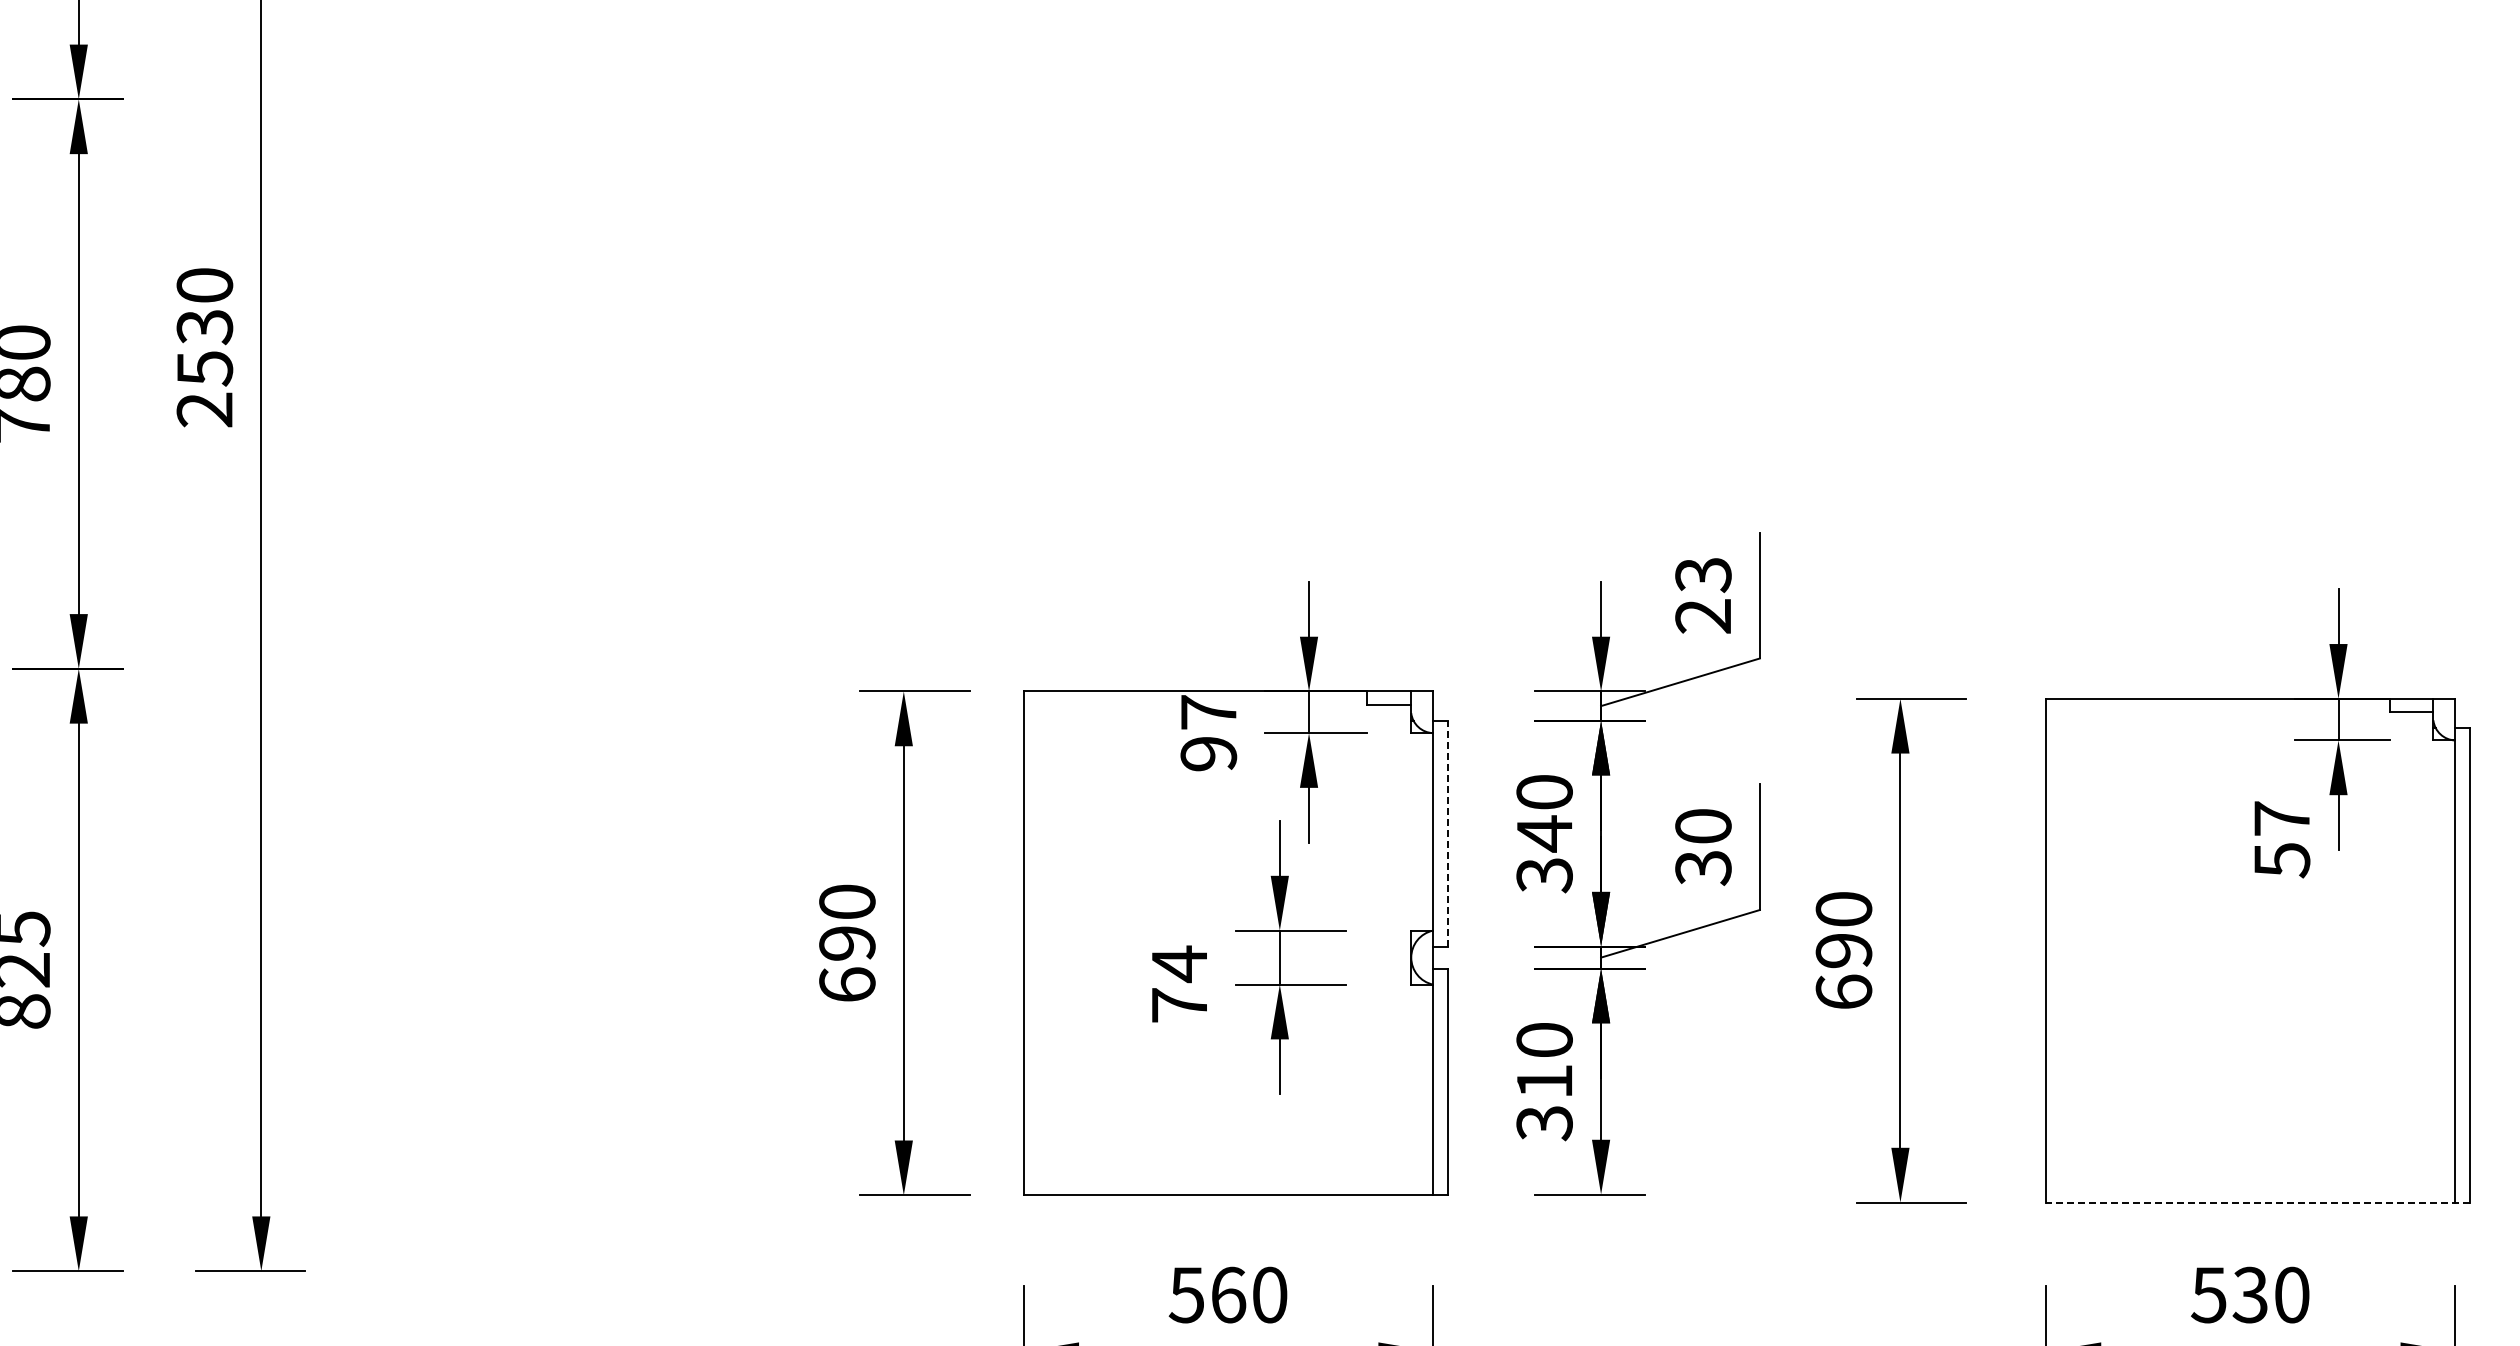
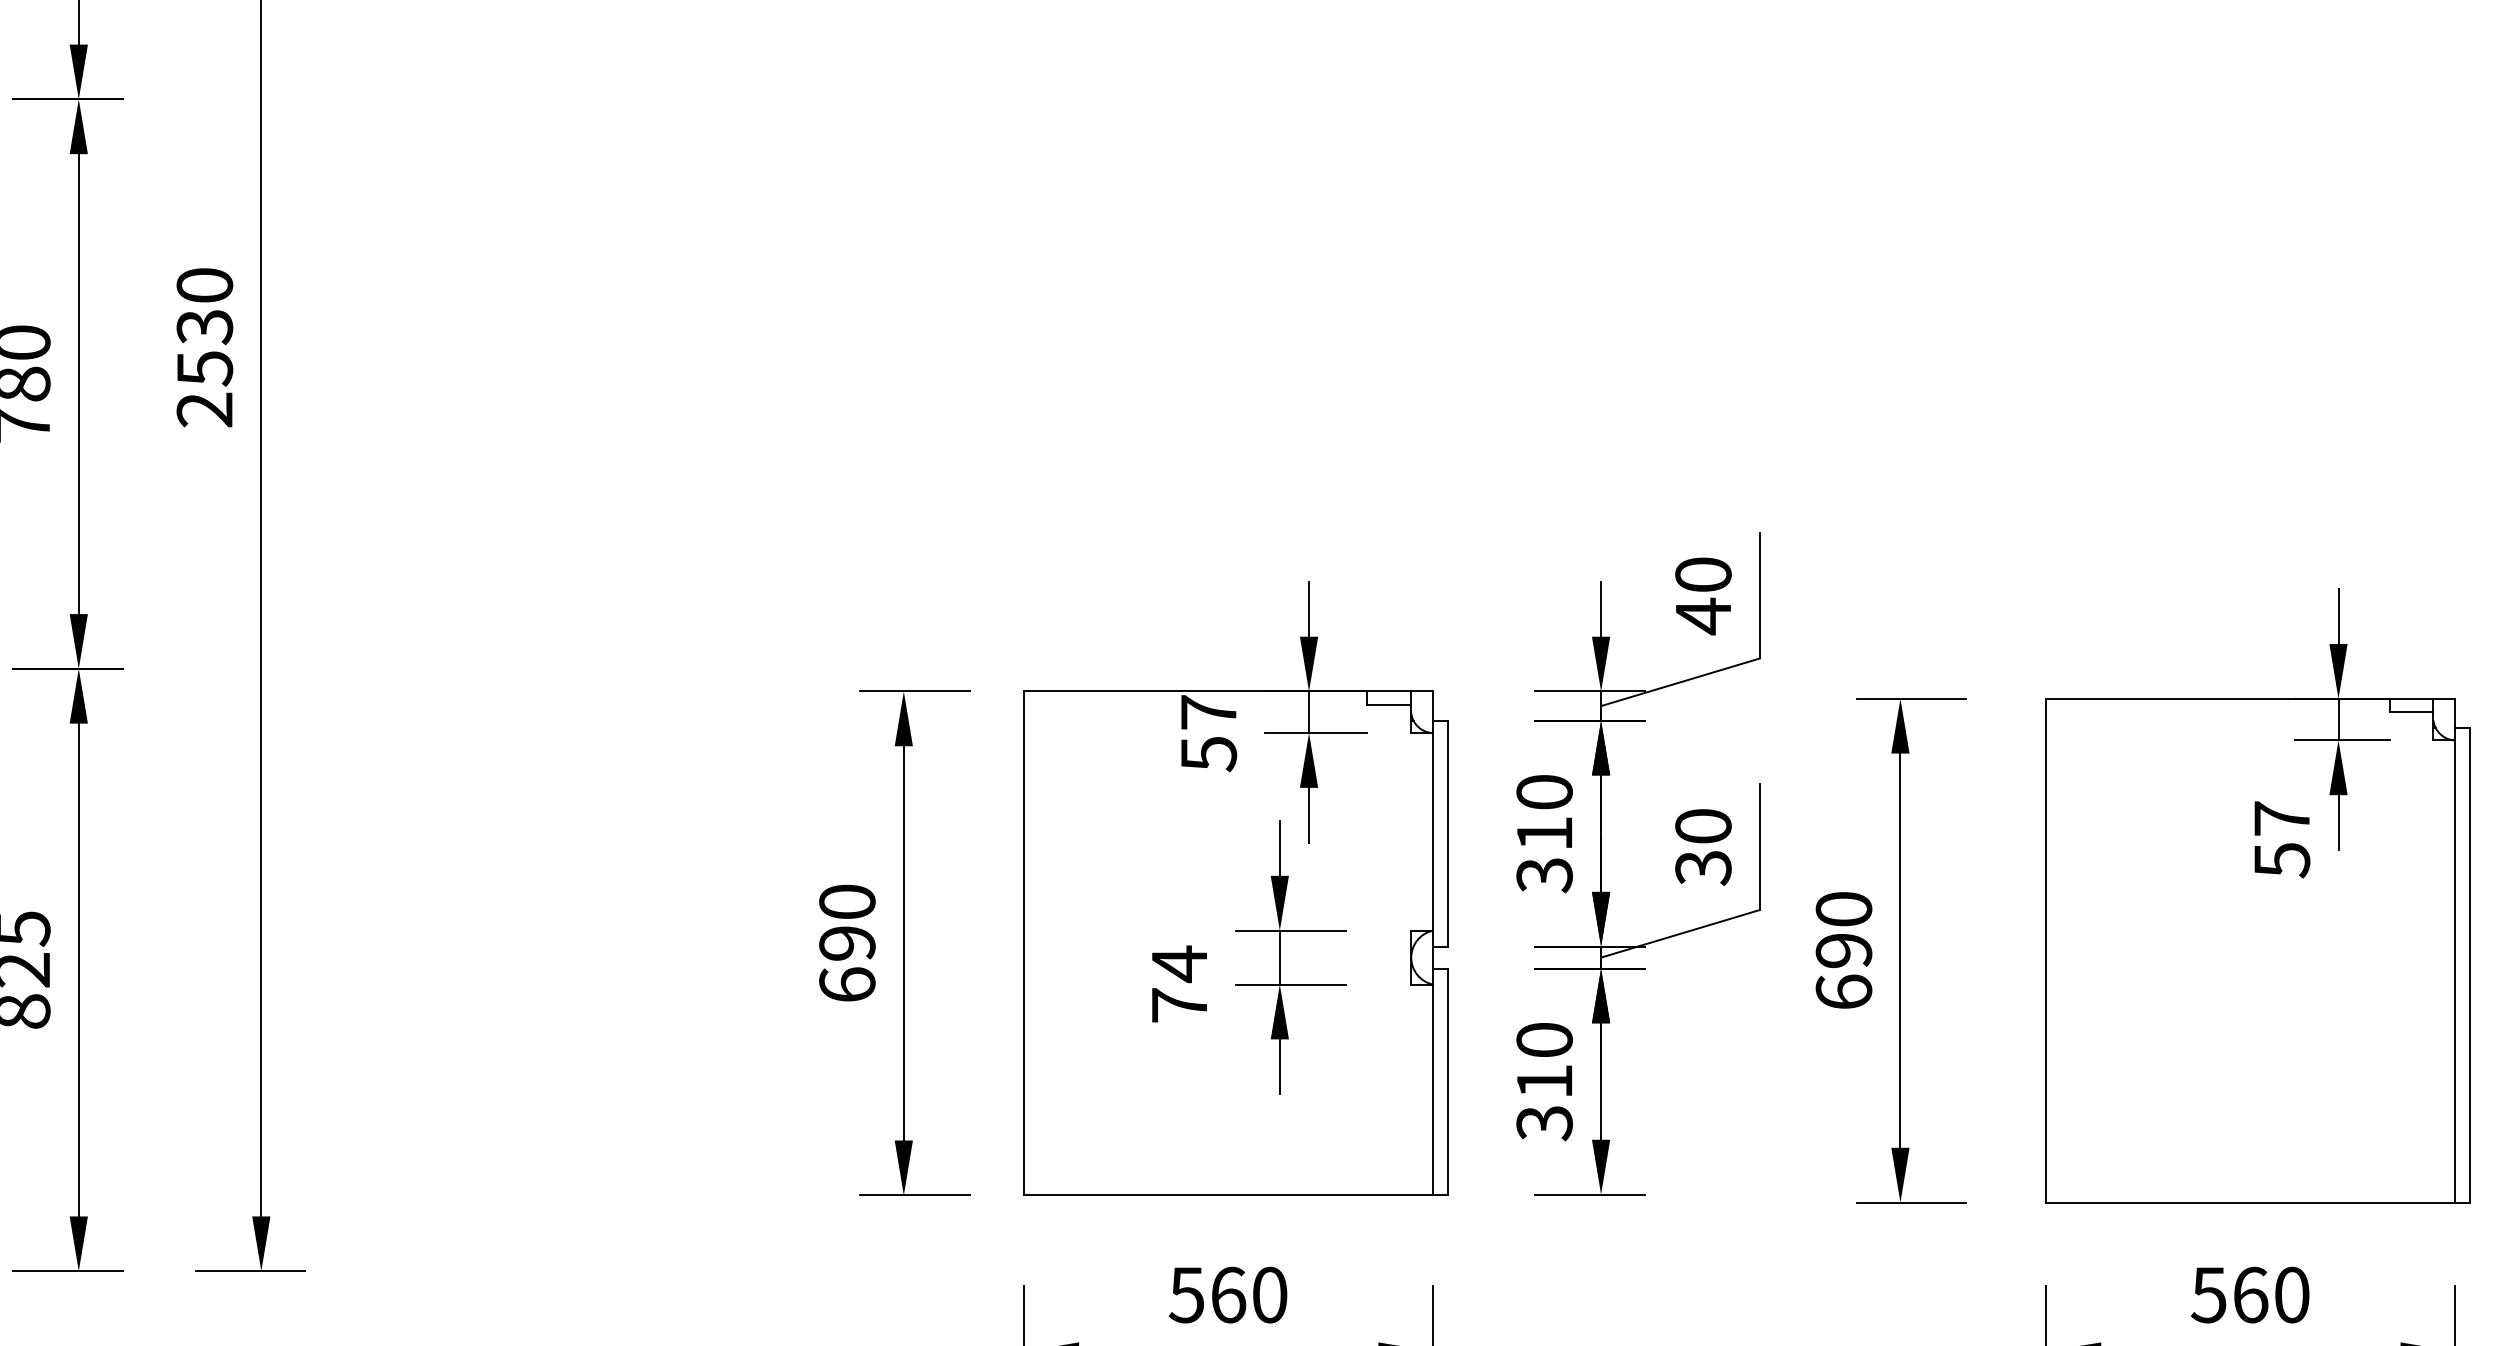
text at (1703, 596): 23 -> 40
text at (1208, 754): 97 -> 57
line at (1447, 833): dashed -> solid
text at (1544, 833): 340 -> 310
line at (2258, 1202): dashed -> solid
text at (2250, 1294): 530 -> 560
